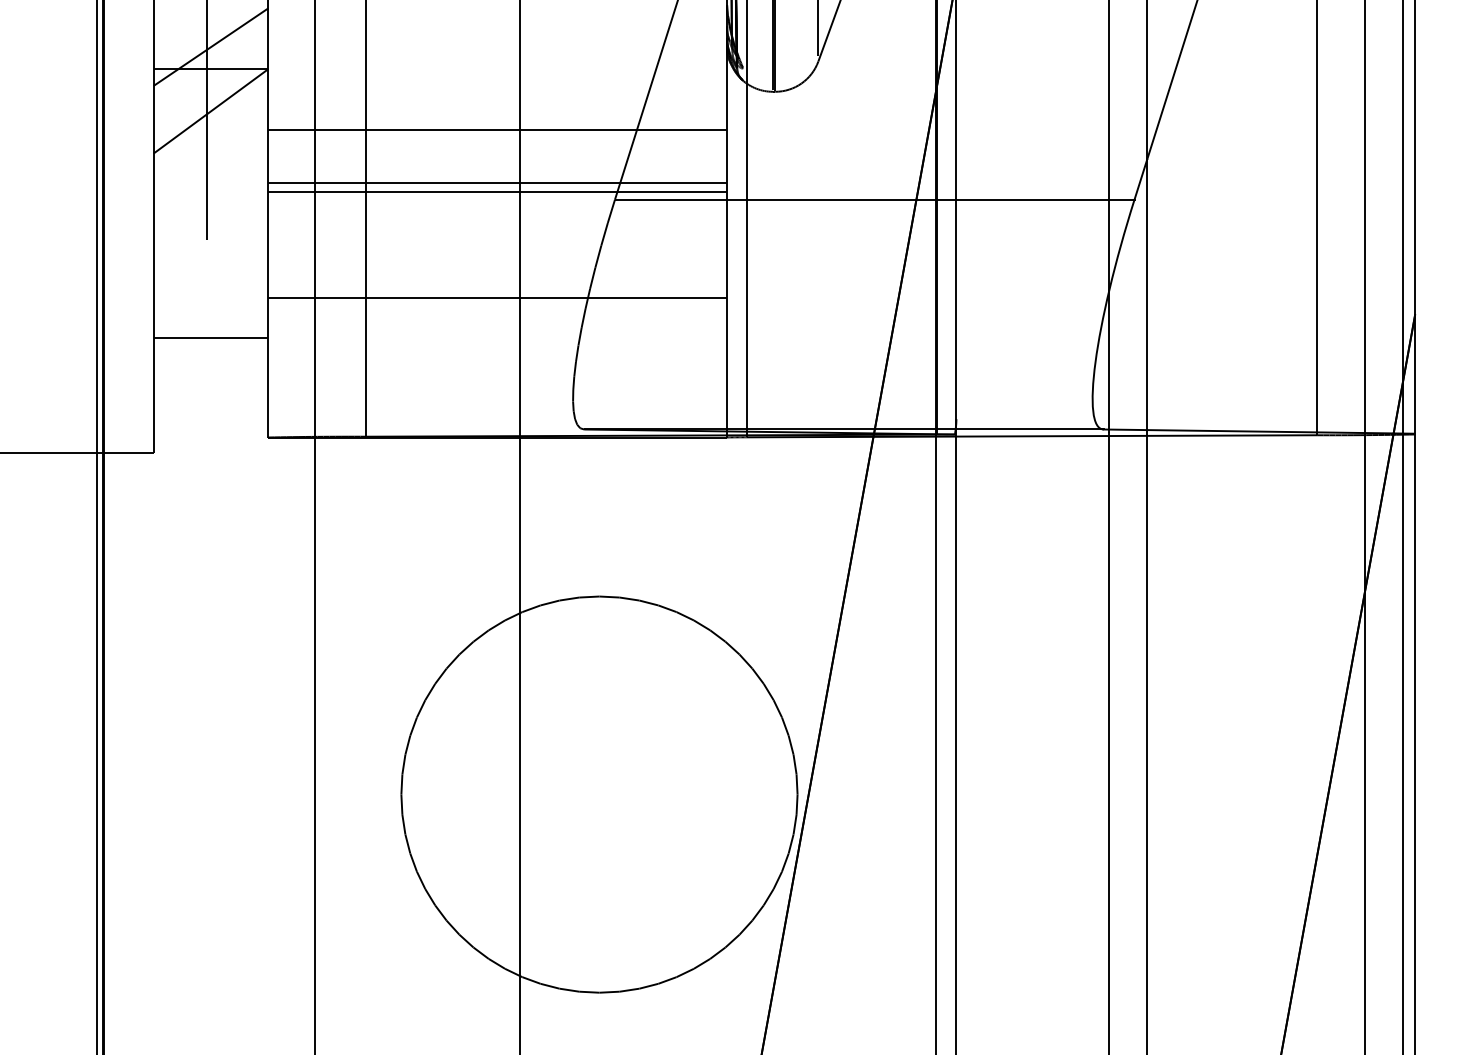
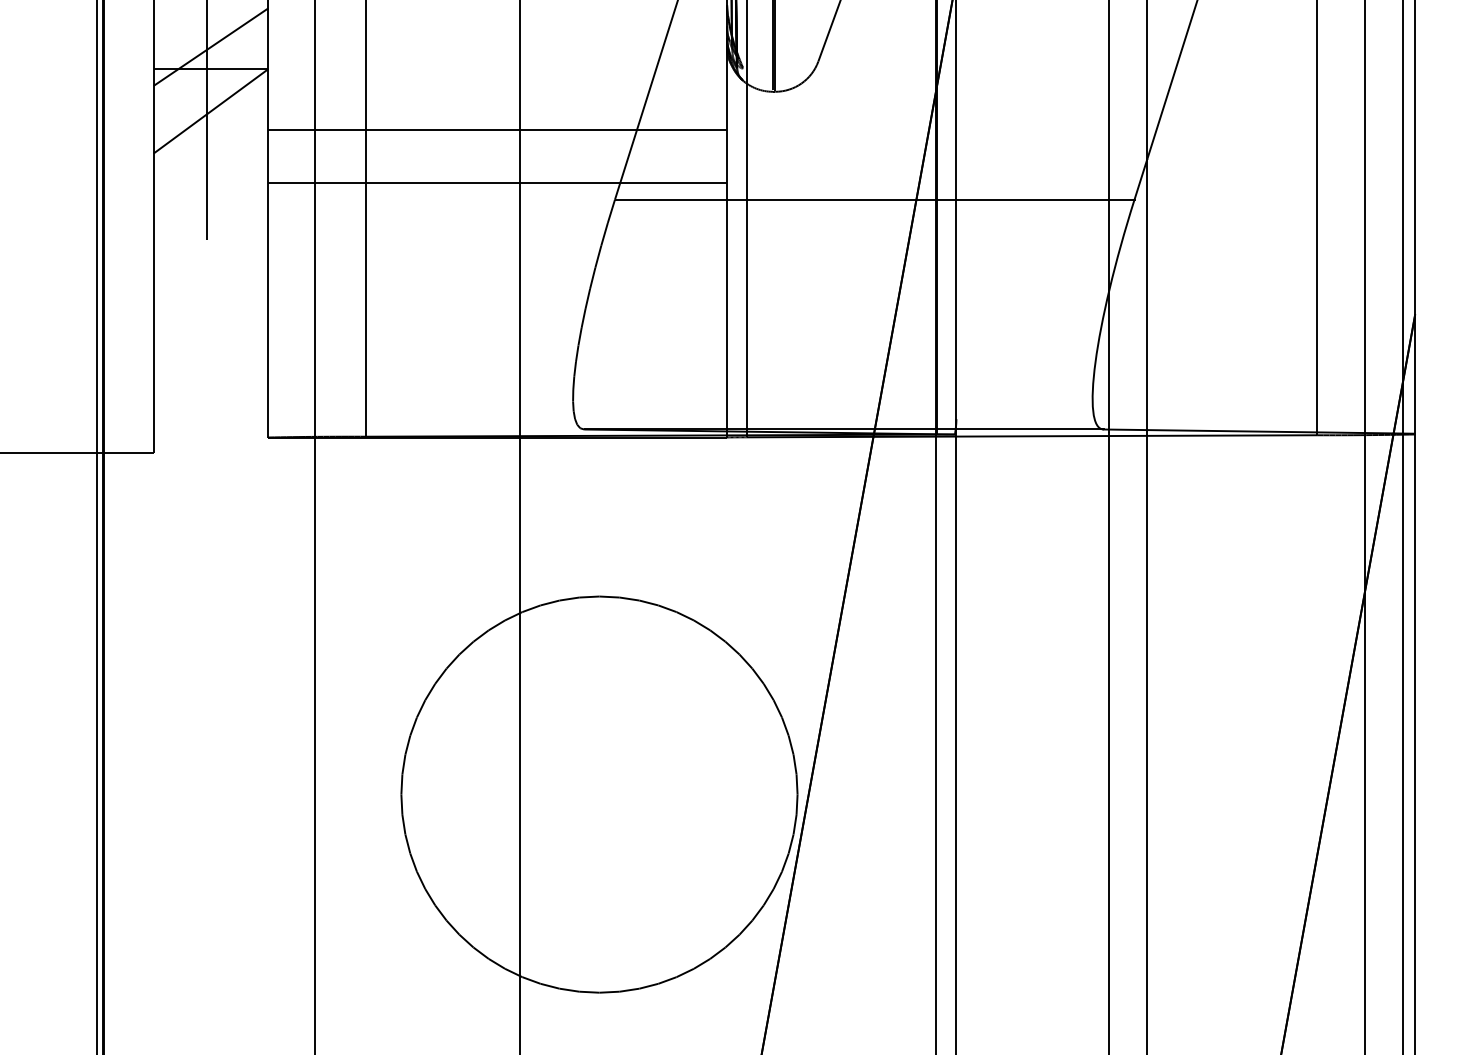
line at (818, 29): present -> none
line at (497, 192): present -> none
line at (497, 298): present -> none
line at (210, 338): present -> none
